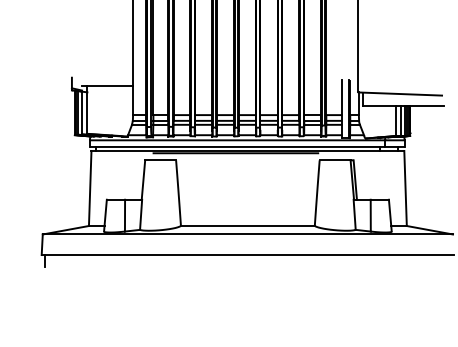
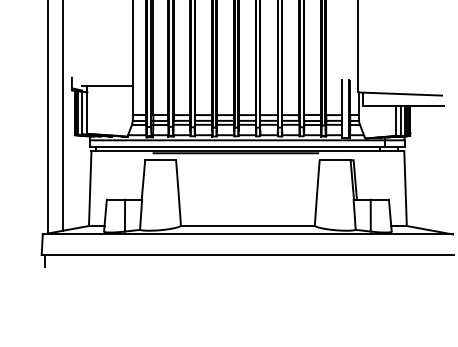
line at (63, 116): none -> present
line at (48, 117): none -> present
